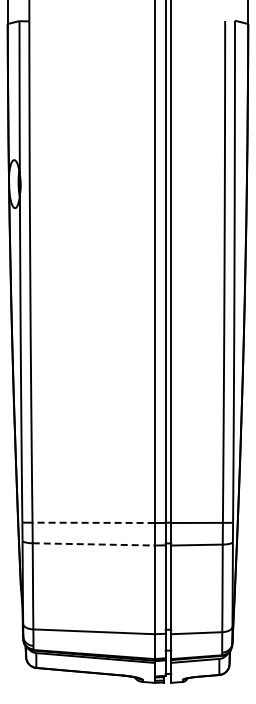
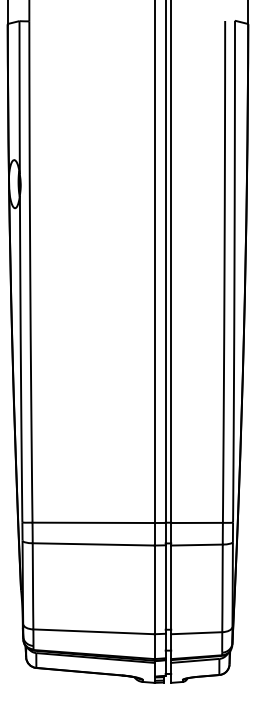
line at (93, 522): dashed -> solid
line at (93, 544): dashed -> solid
